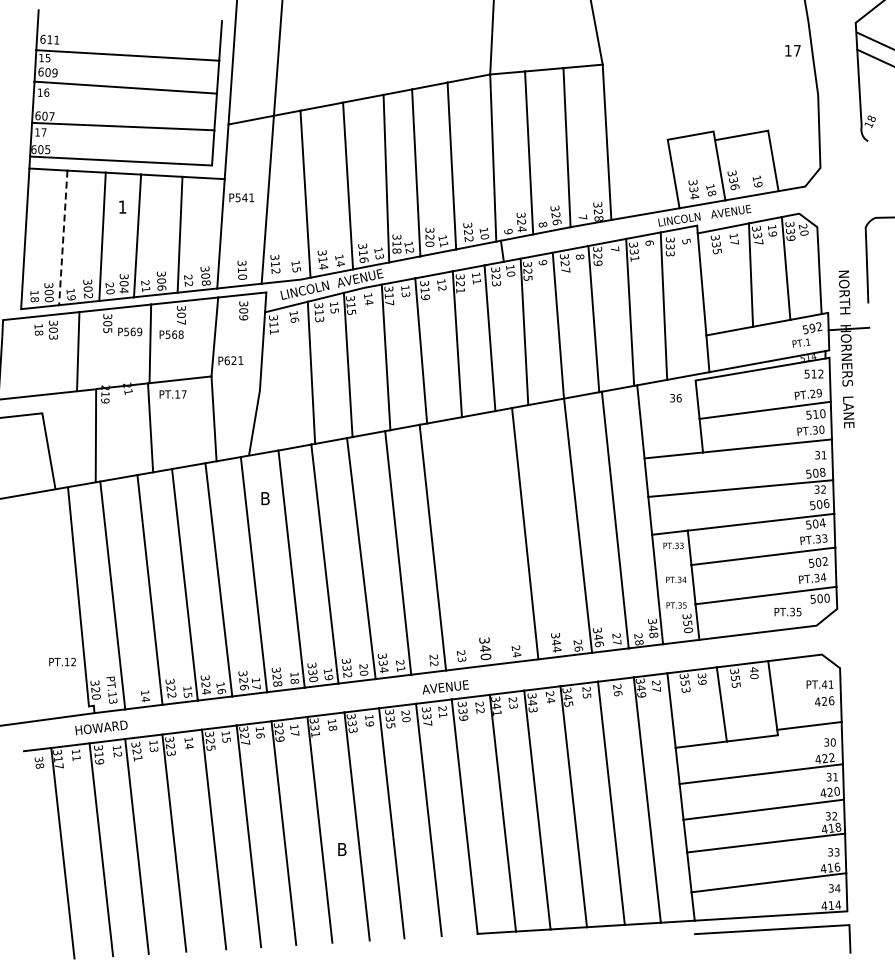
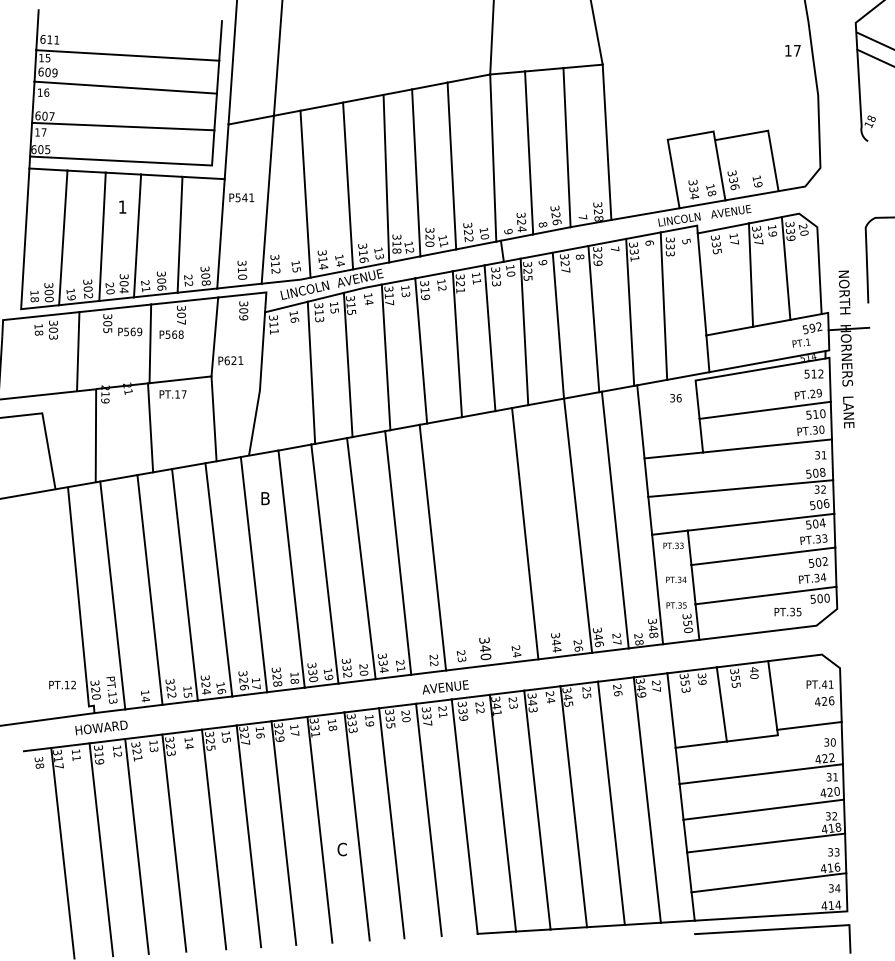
line at (63, 238): dashed -> solid
text at (62, 661) position: (62, 661) -> (62, 684)
text at (341, 849): B -> C
